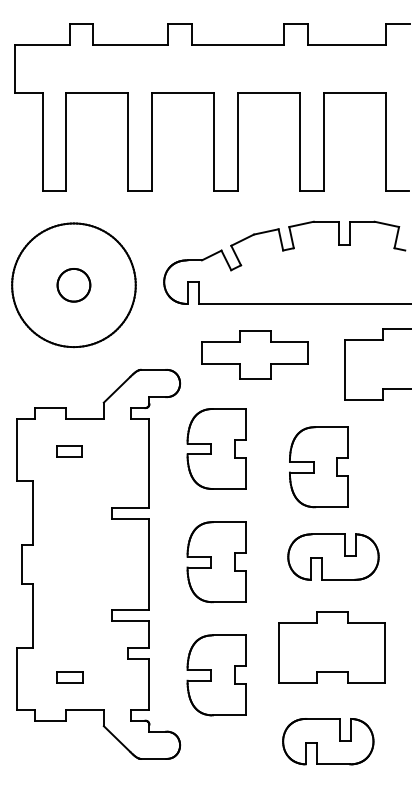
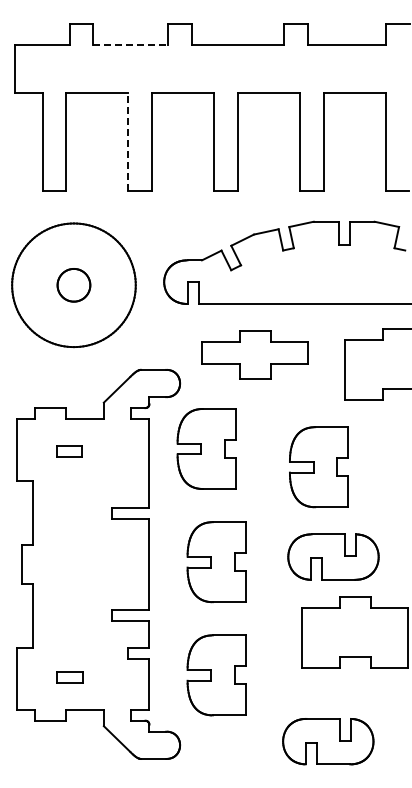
line at (131, 45): solid -> dashed
line at (128, 141): solid -> dashed
part at (216, 448) position: (216, 448) -> (206, 448)
part at (331, 647) position: (331, 647) -> (354, 632)
